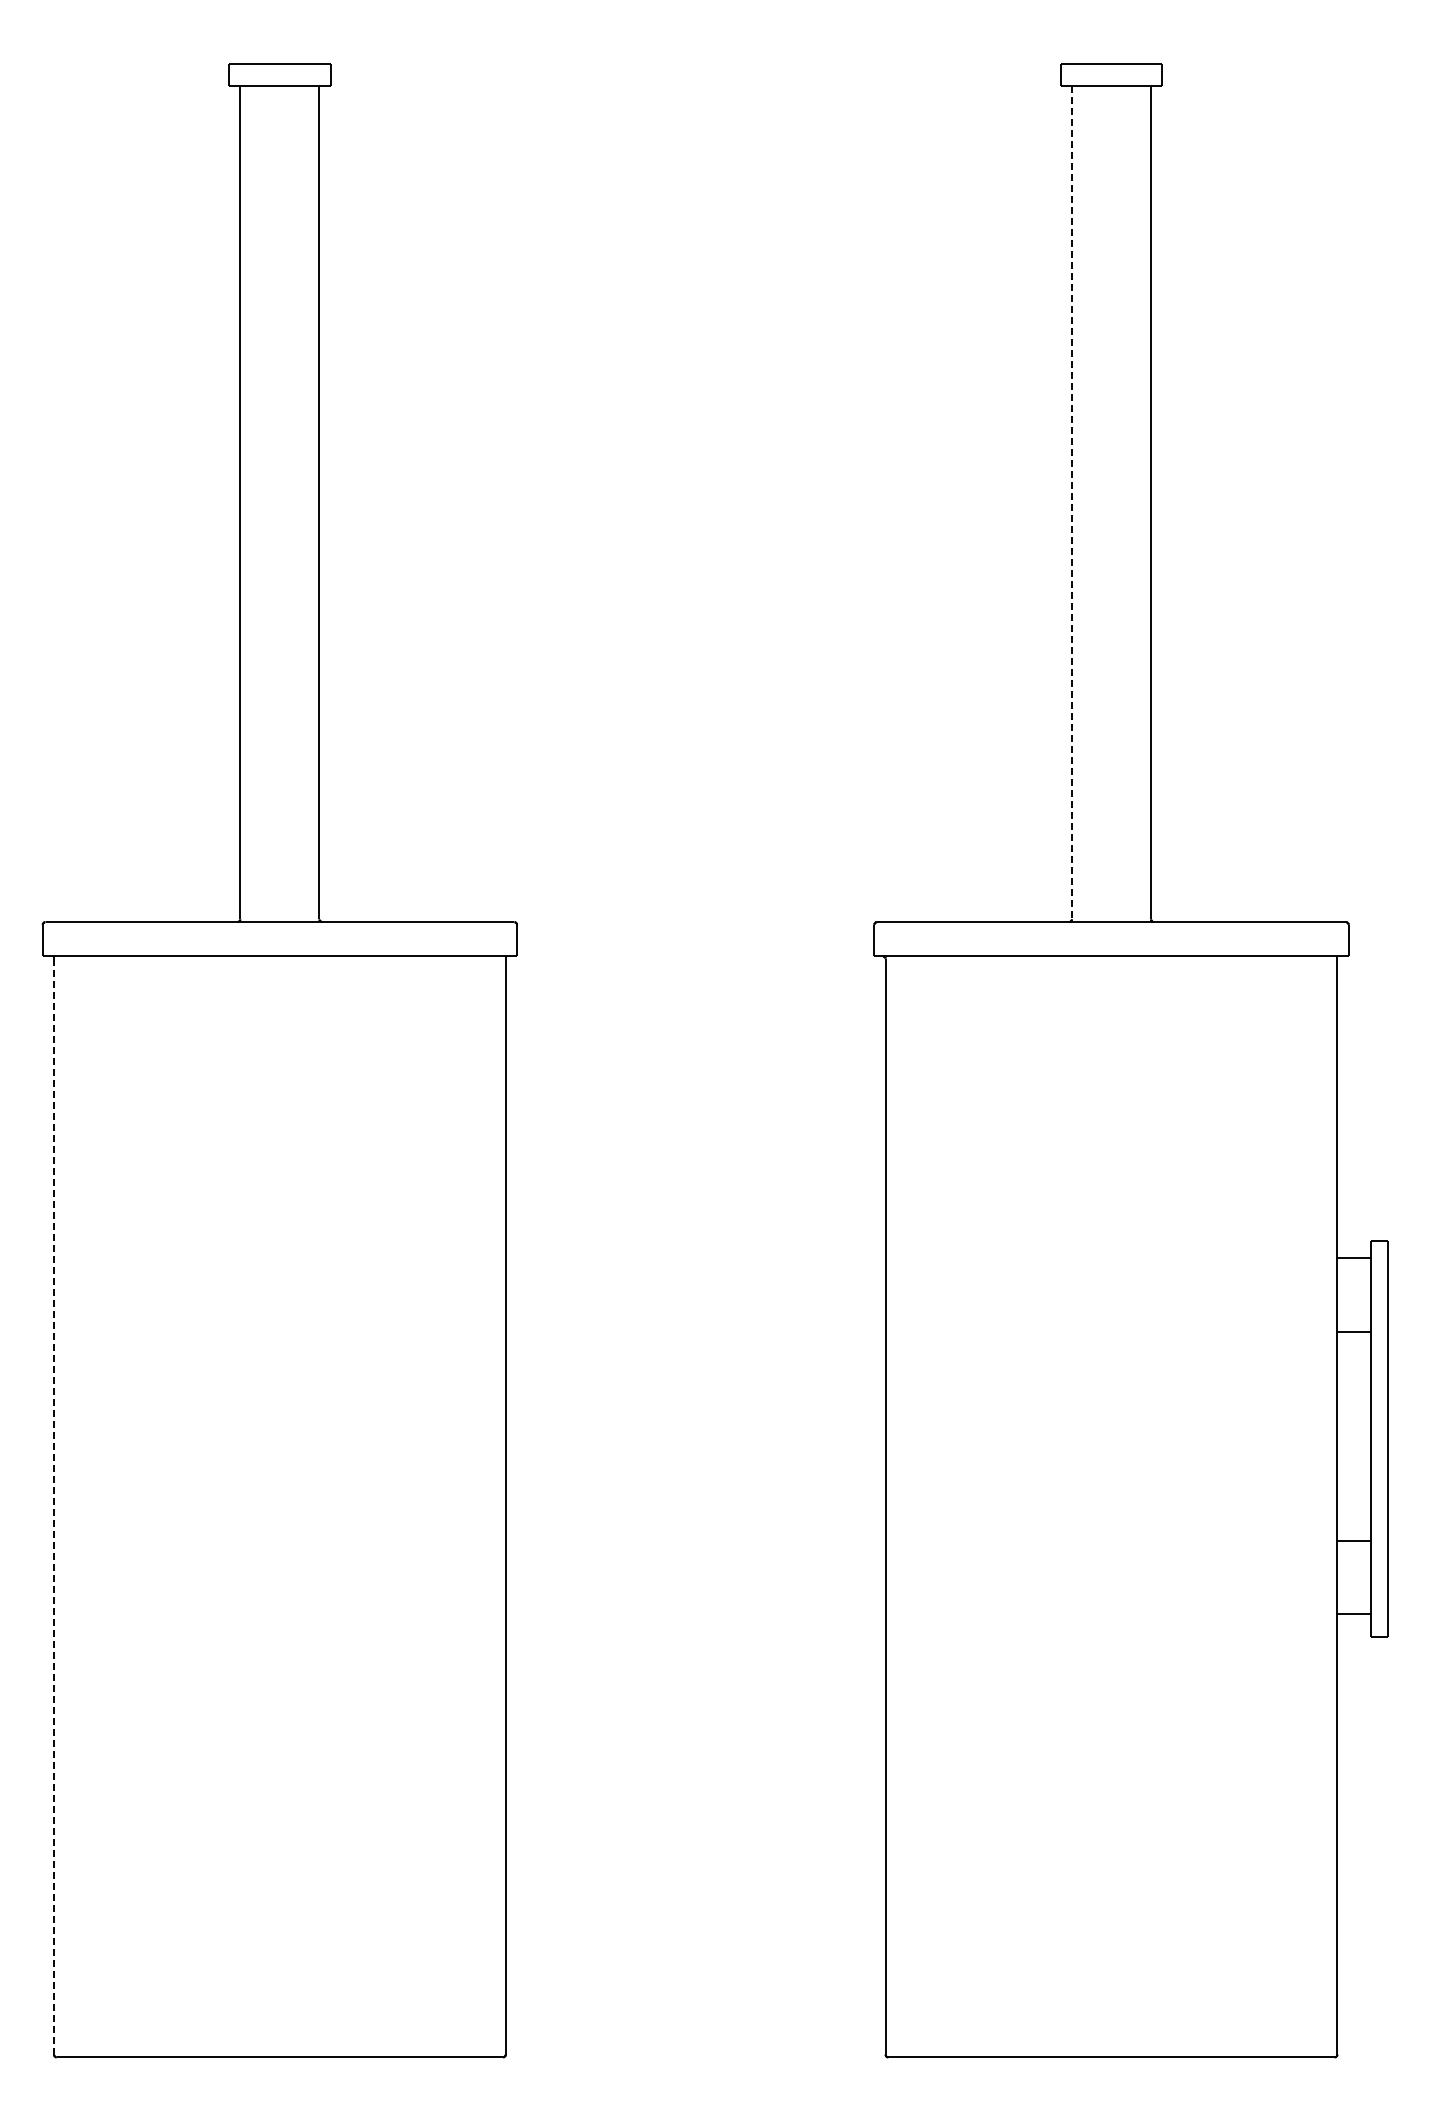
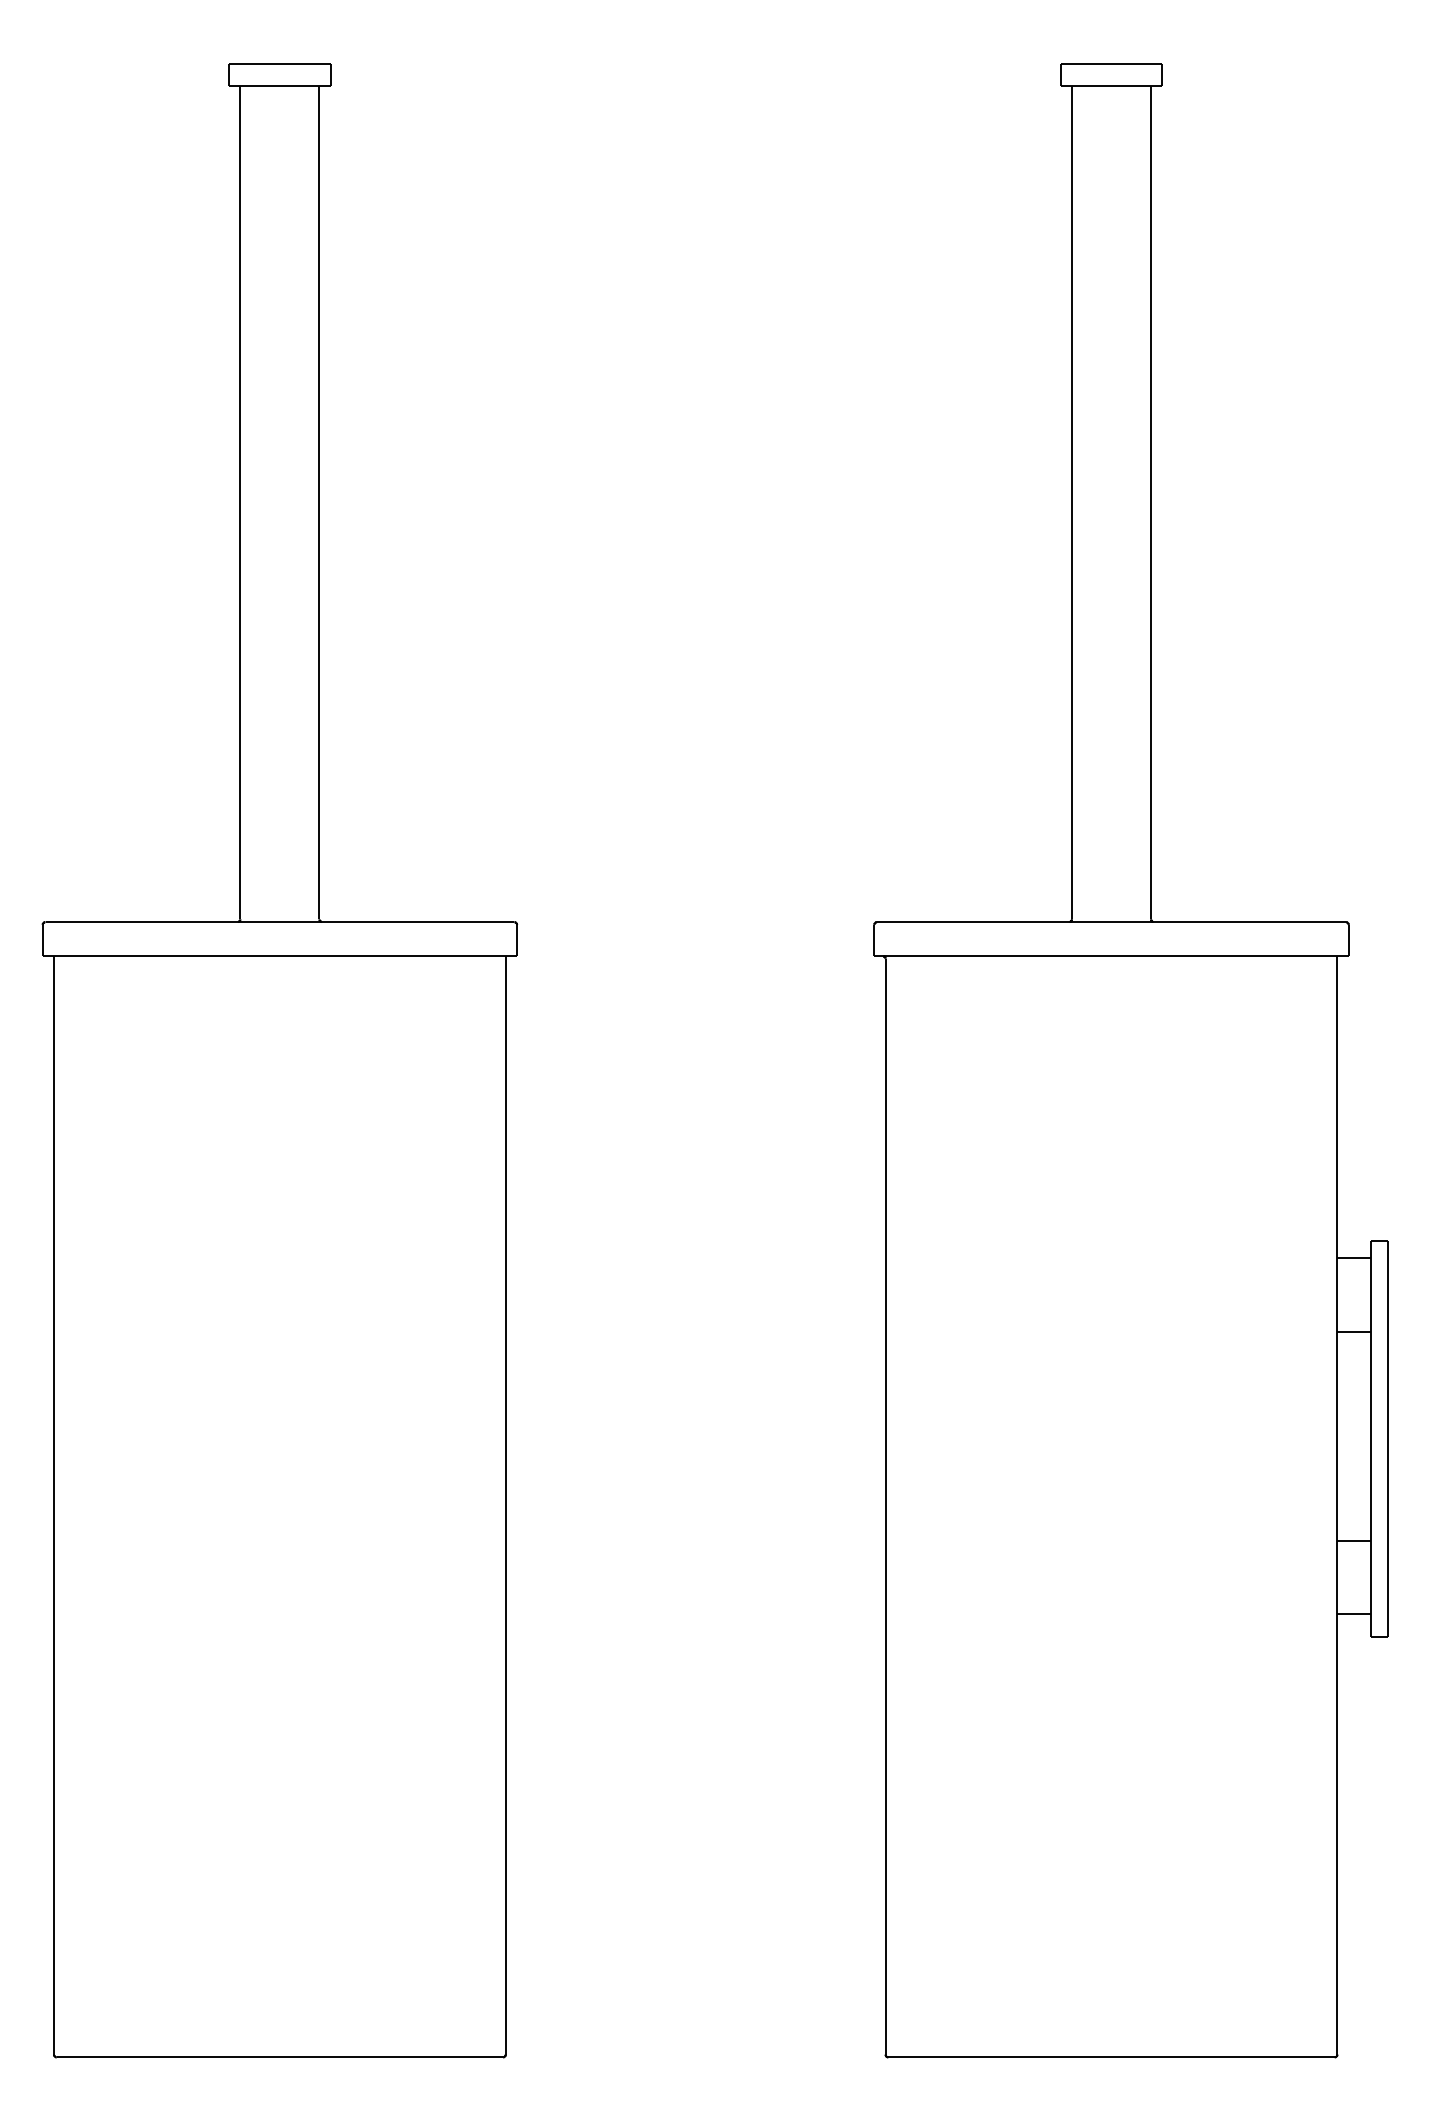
line at (1072, 502): dashed -> solid
line at (54, 1506): dashed -> solid
